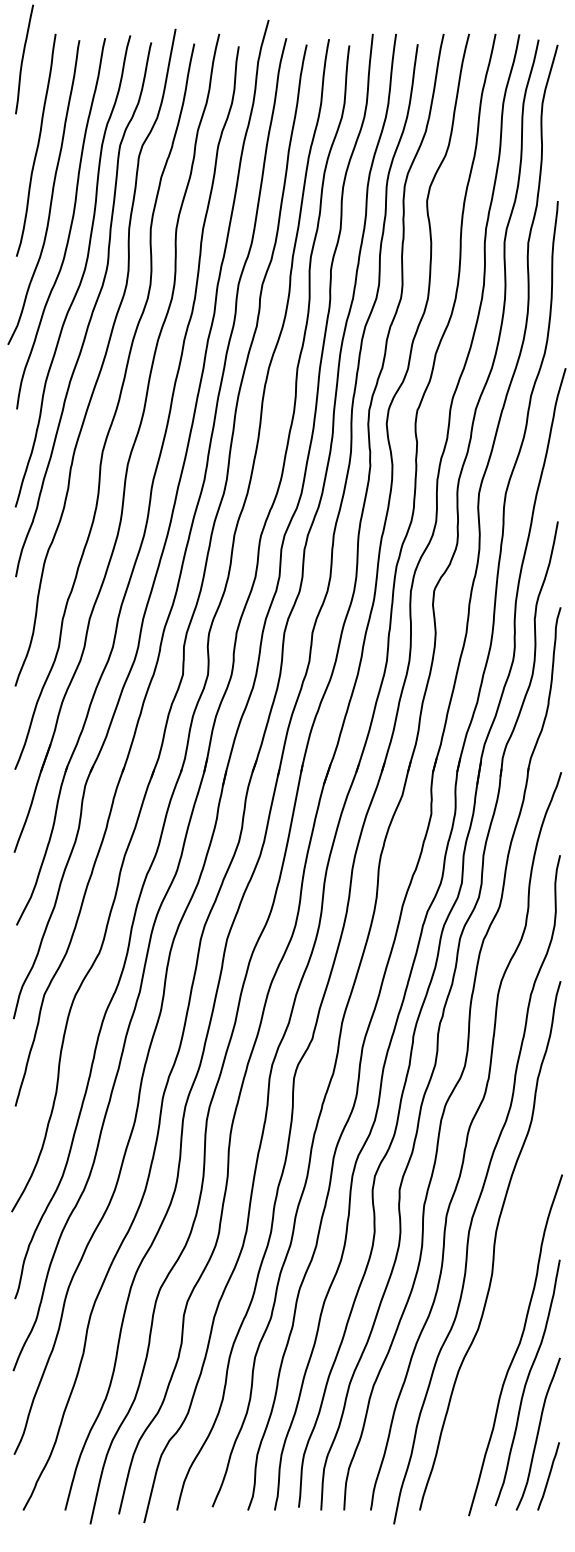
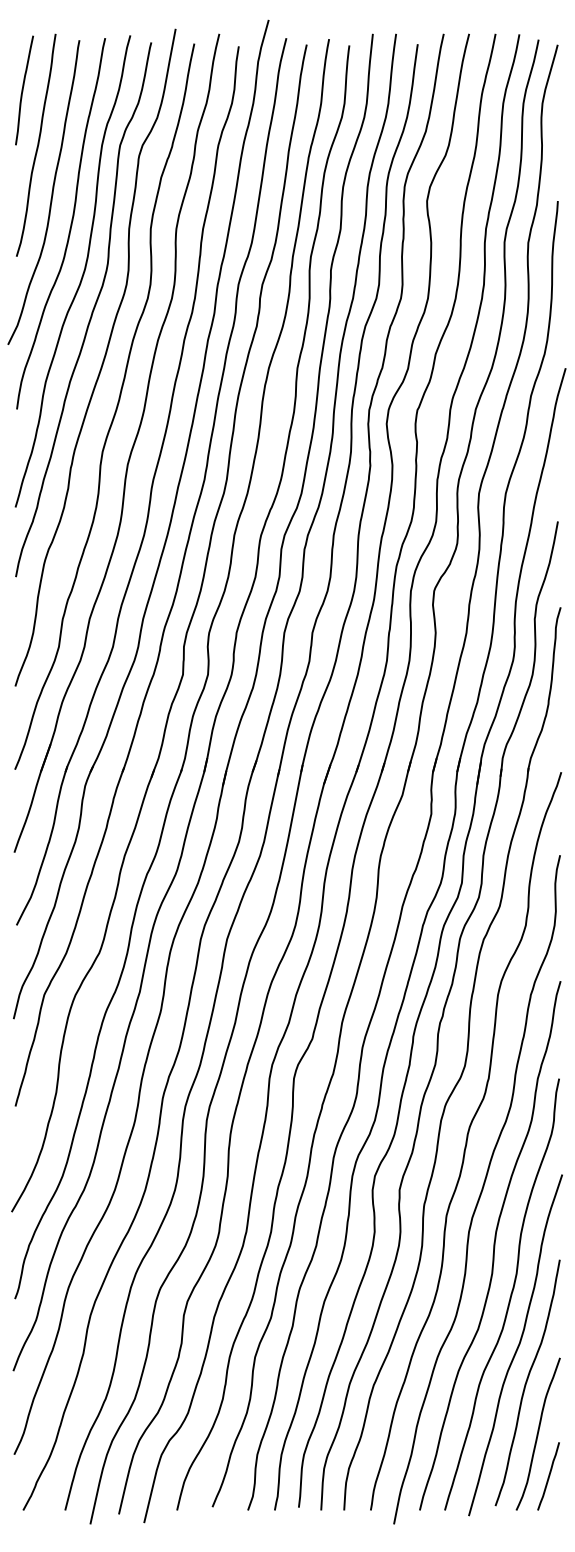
curve at (23, 59) position: (23, 59) -> (23, 90)
curve at (509, 1297): none -> present
